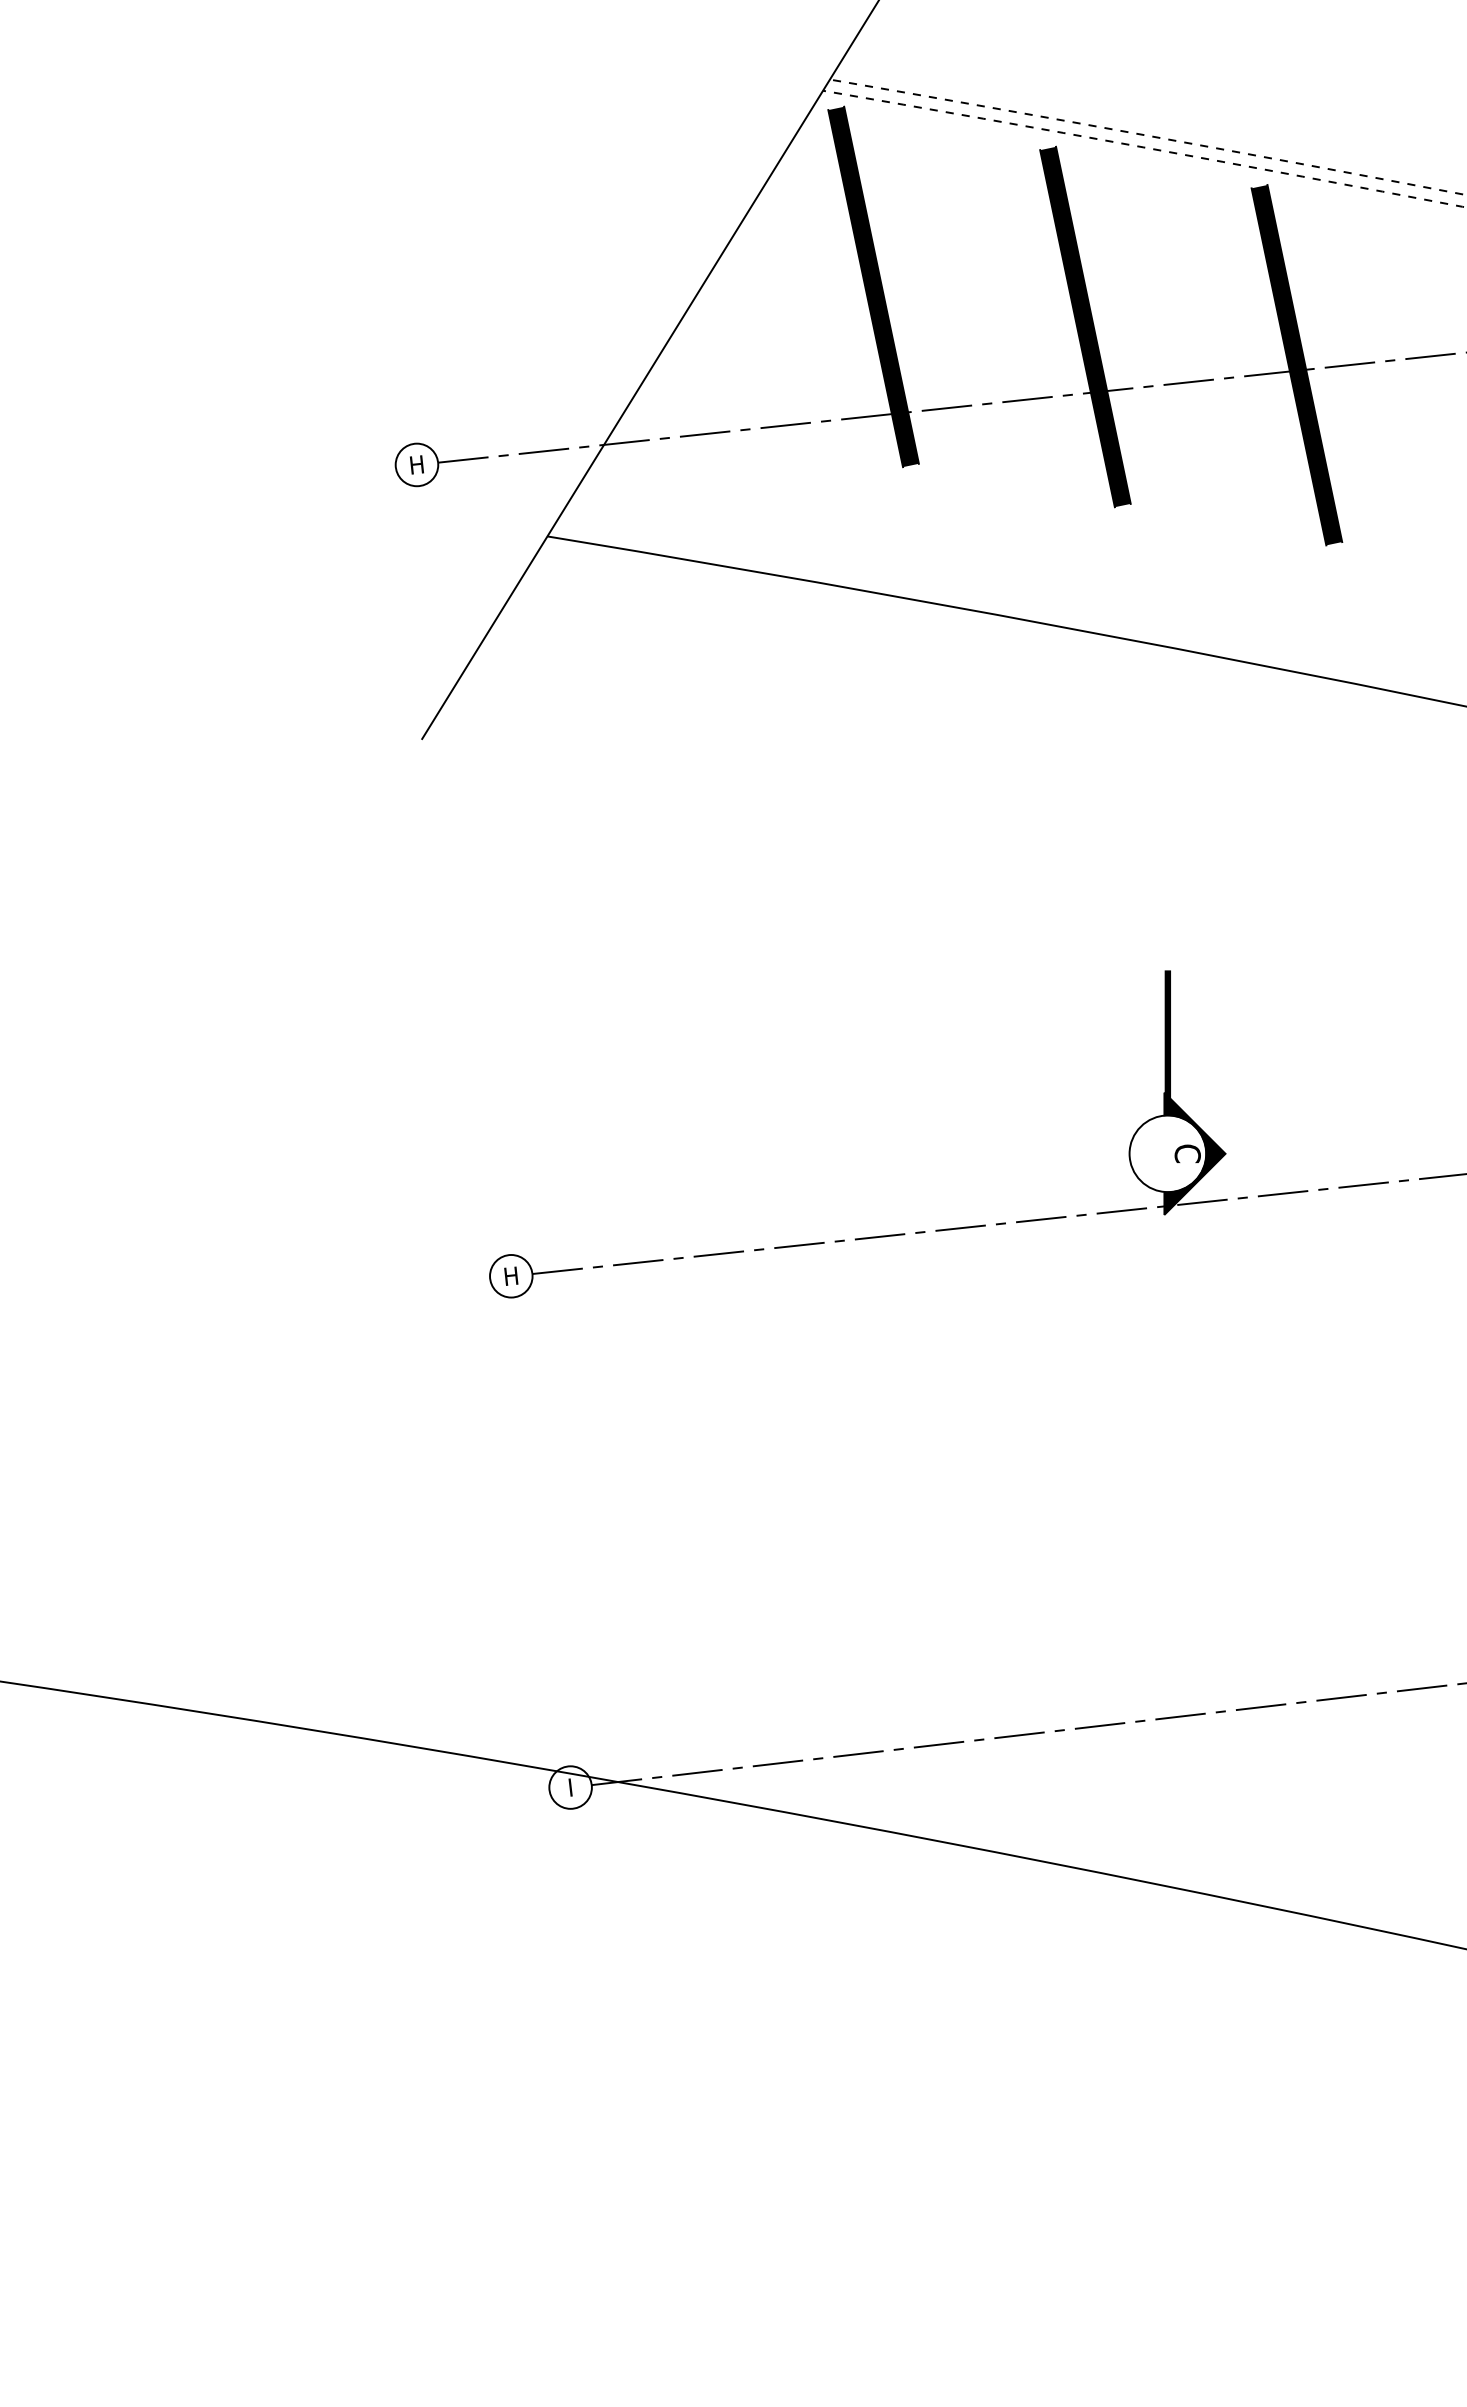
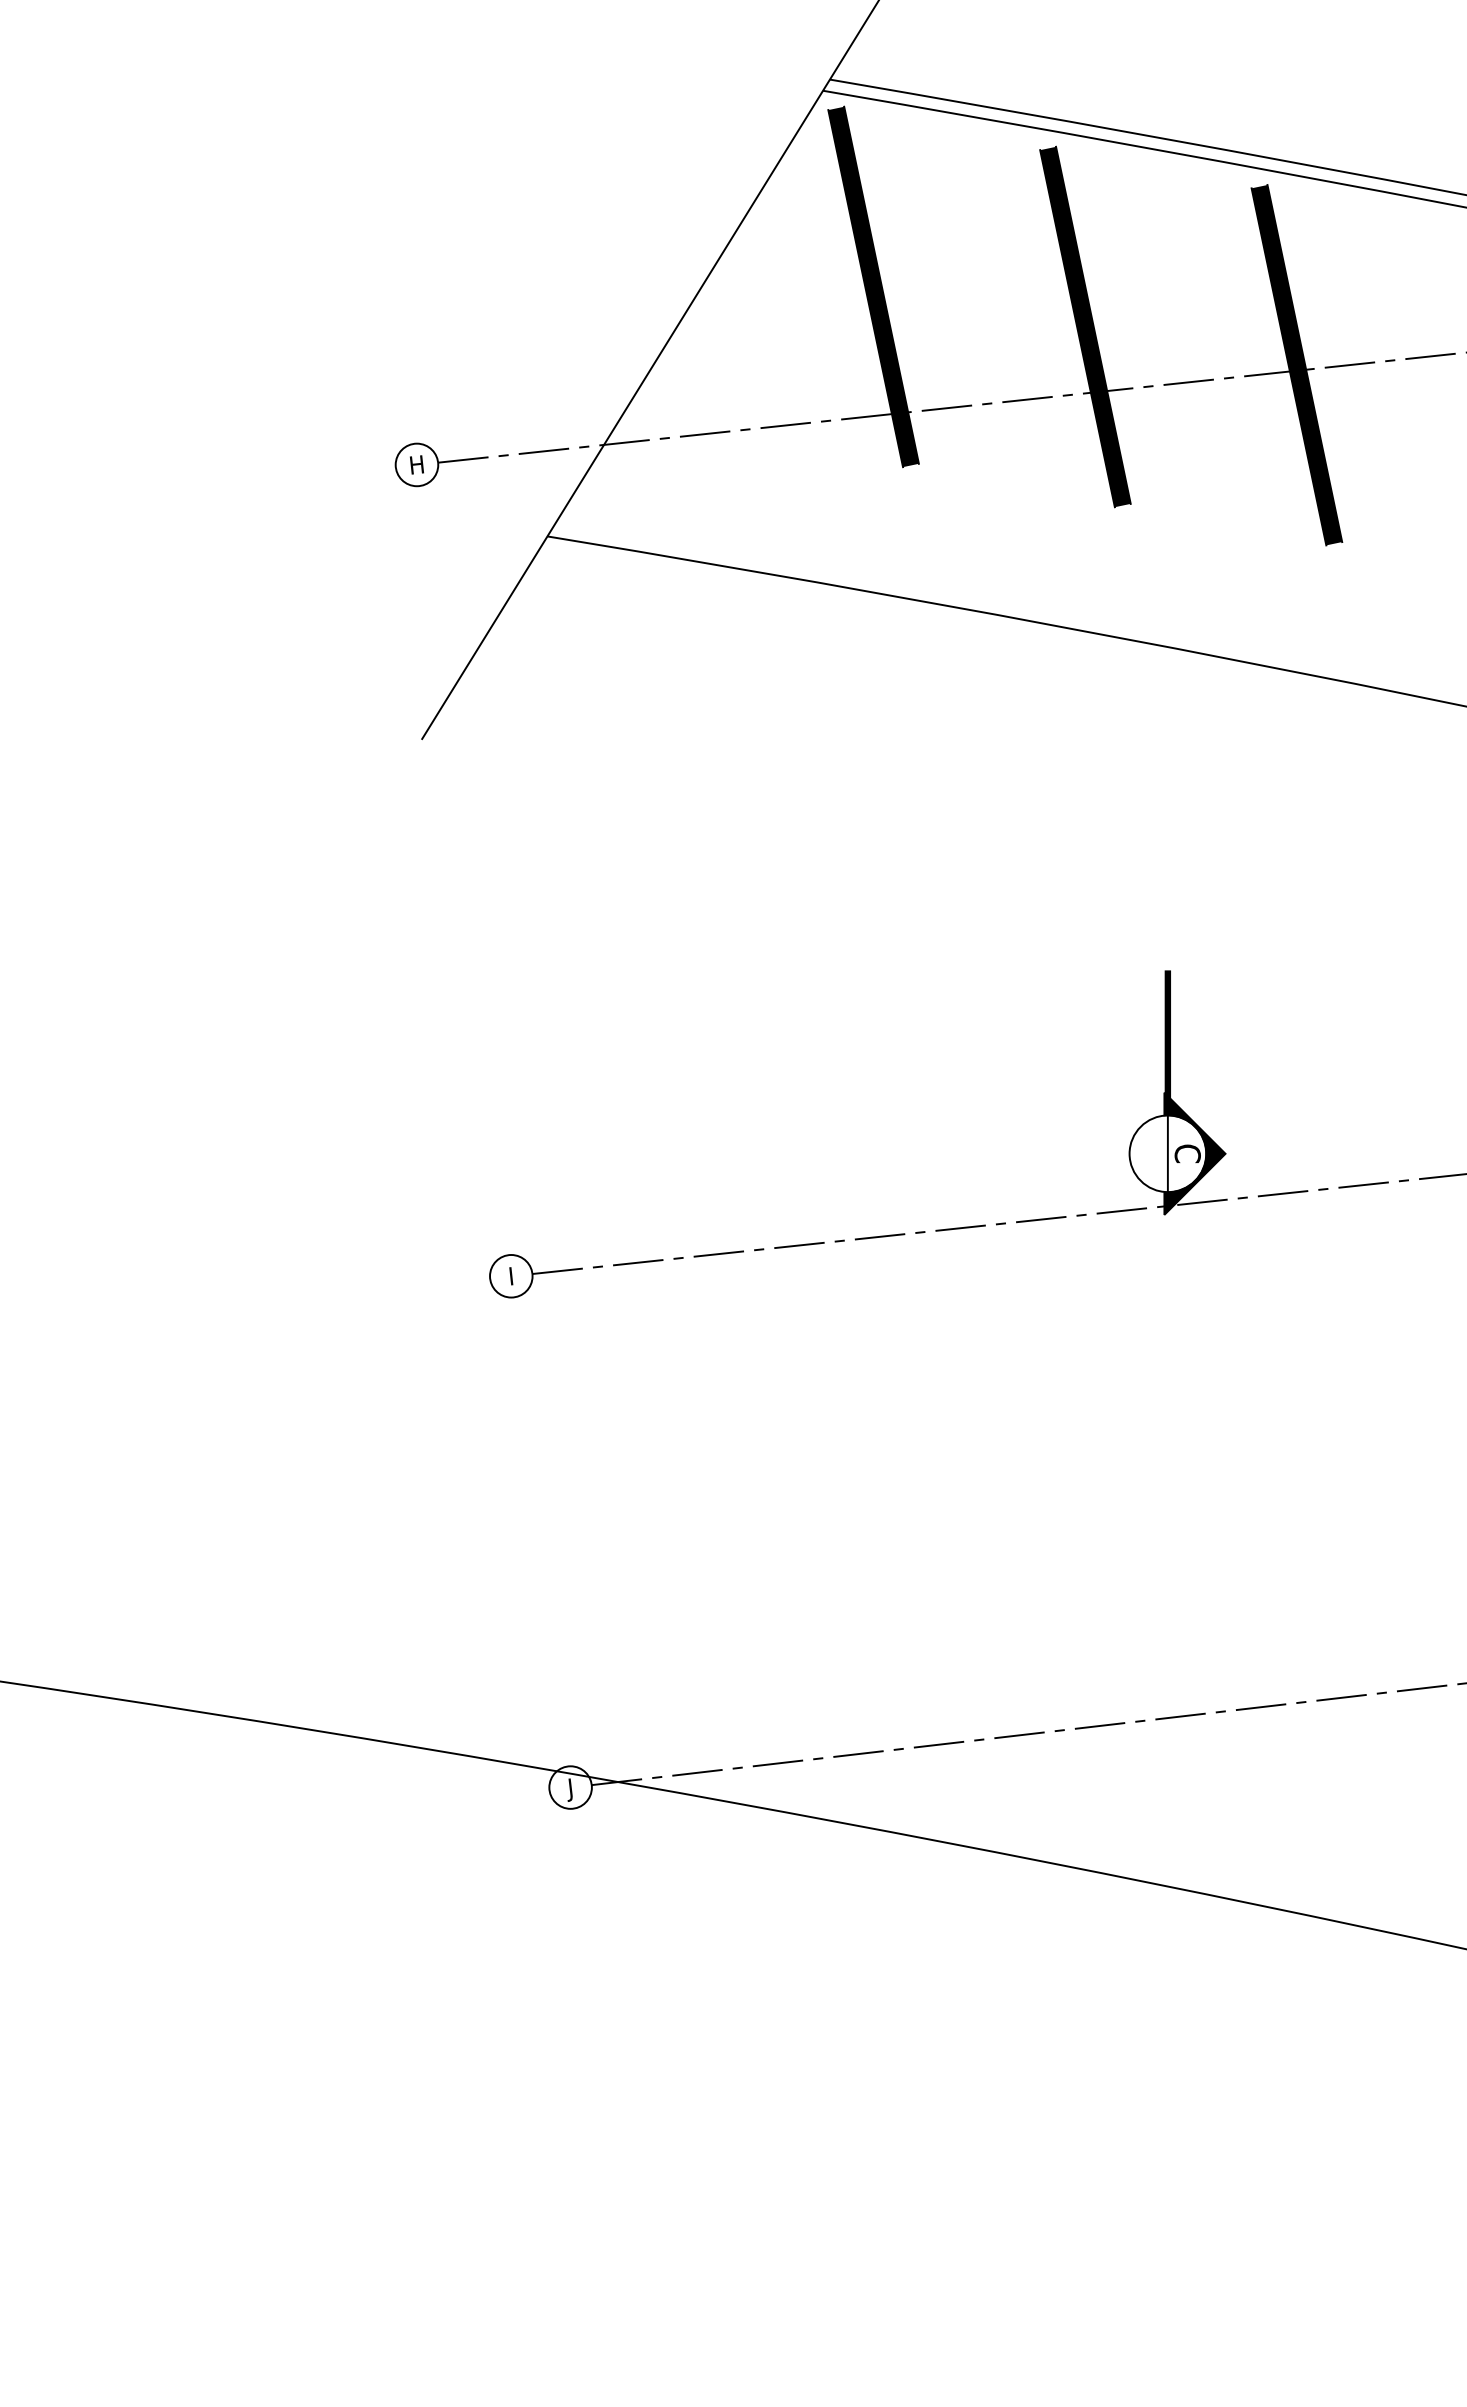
arc at (1148, 135): dashed -> solid
arc at (1145, 147): dashed -> solid
line at (1167, 1153): none -> present
text at (511, 1275): H -> I
text at (569, 1798): I -> J
